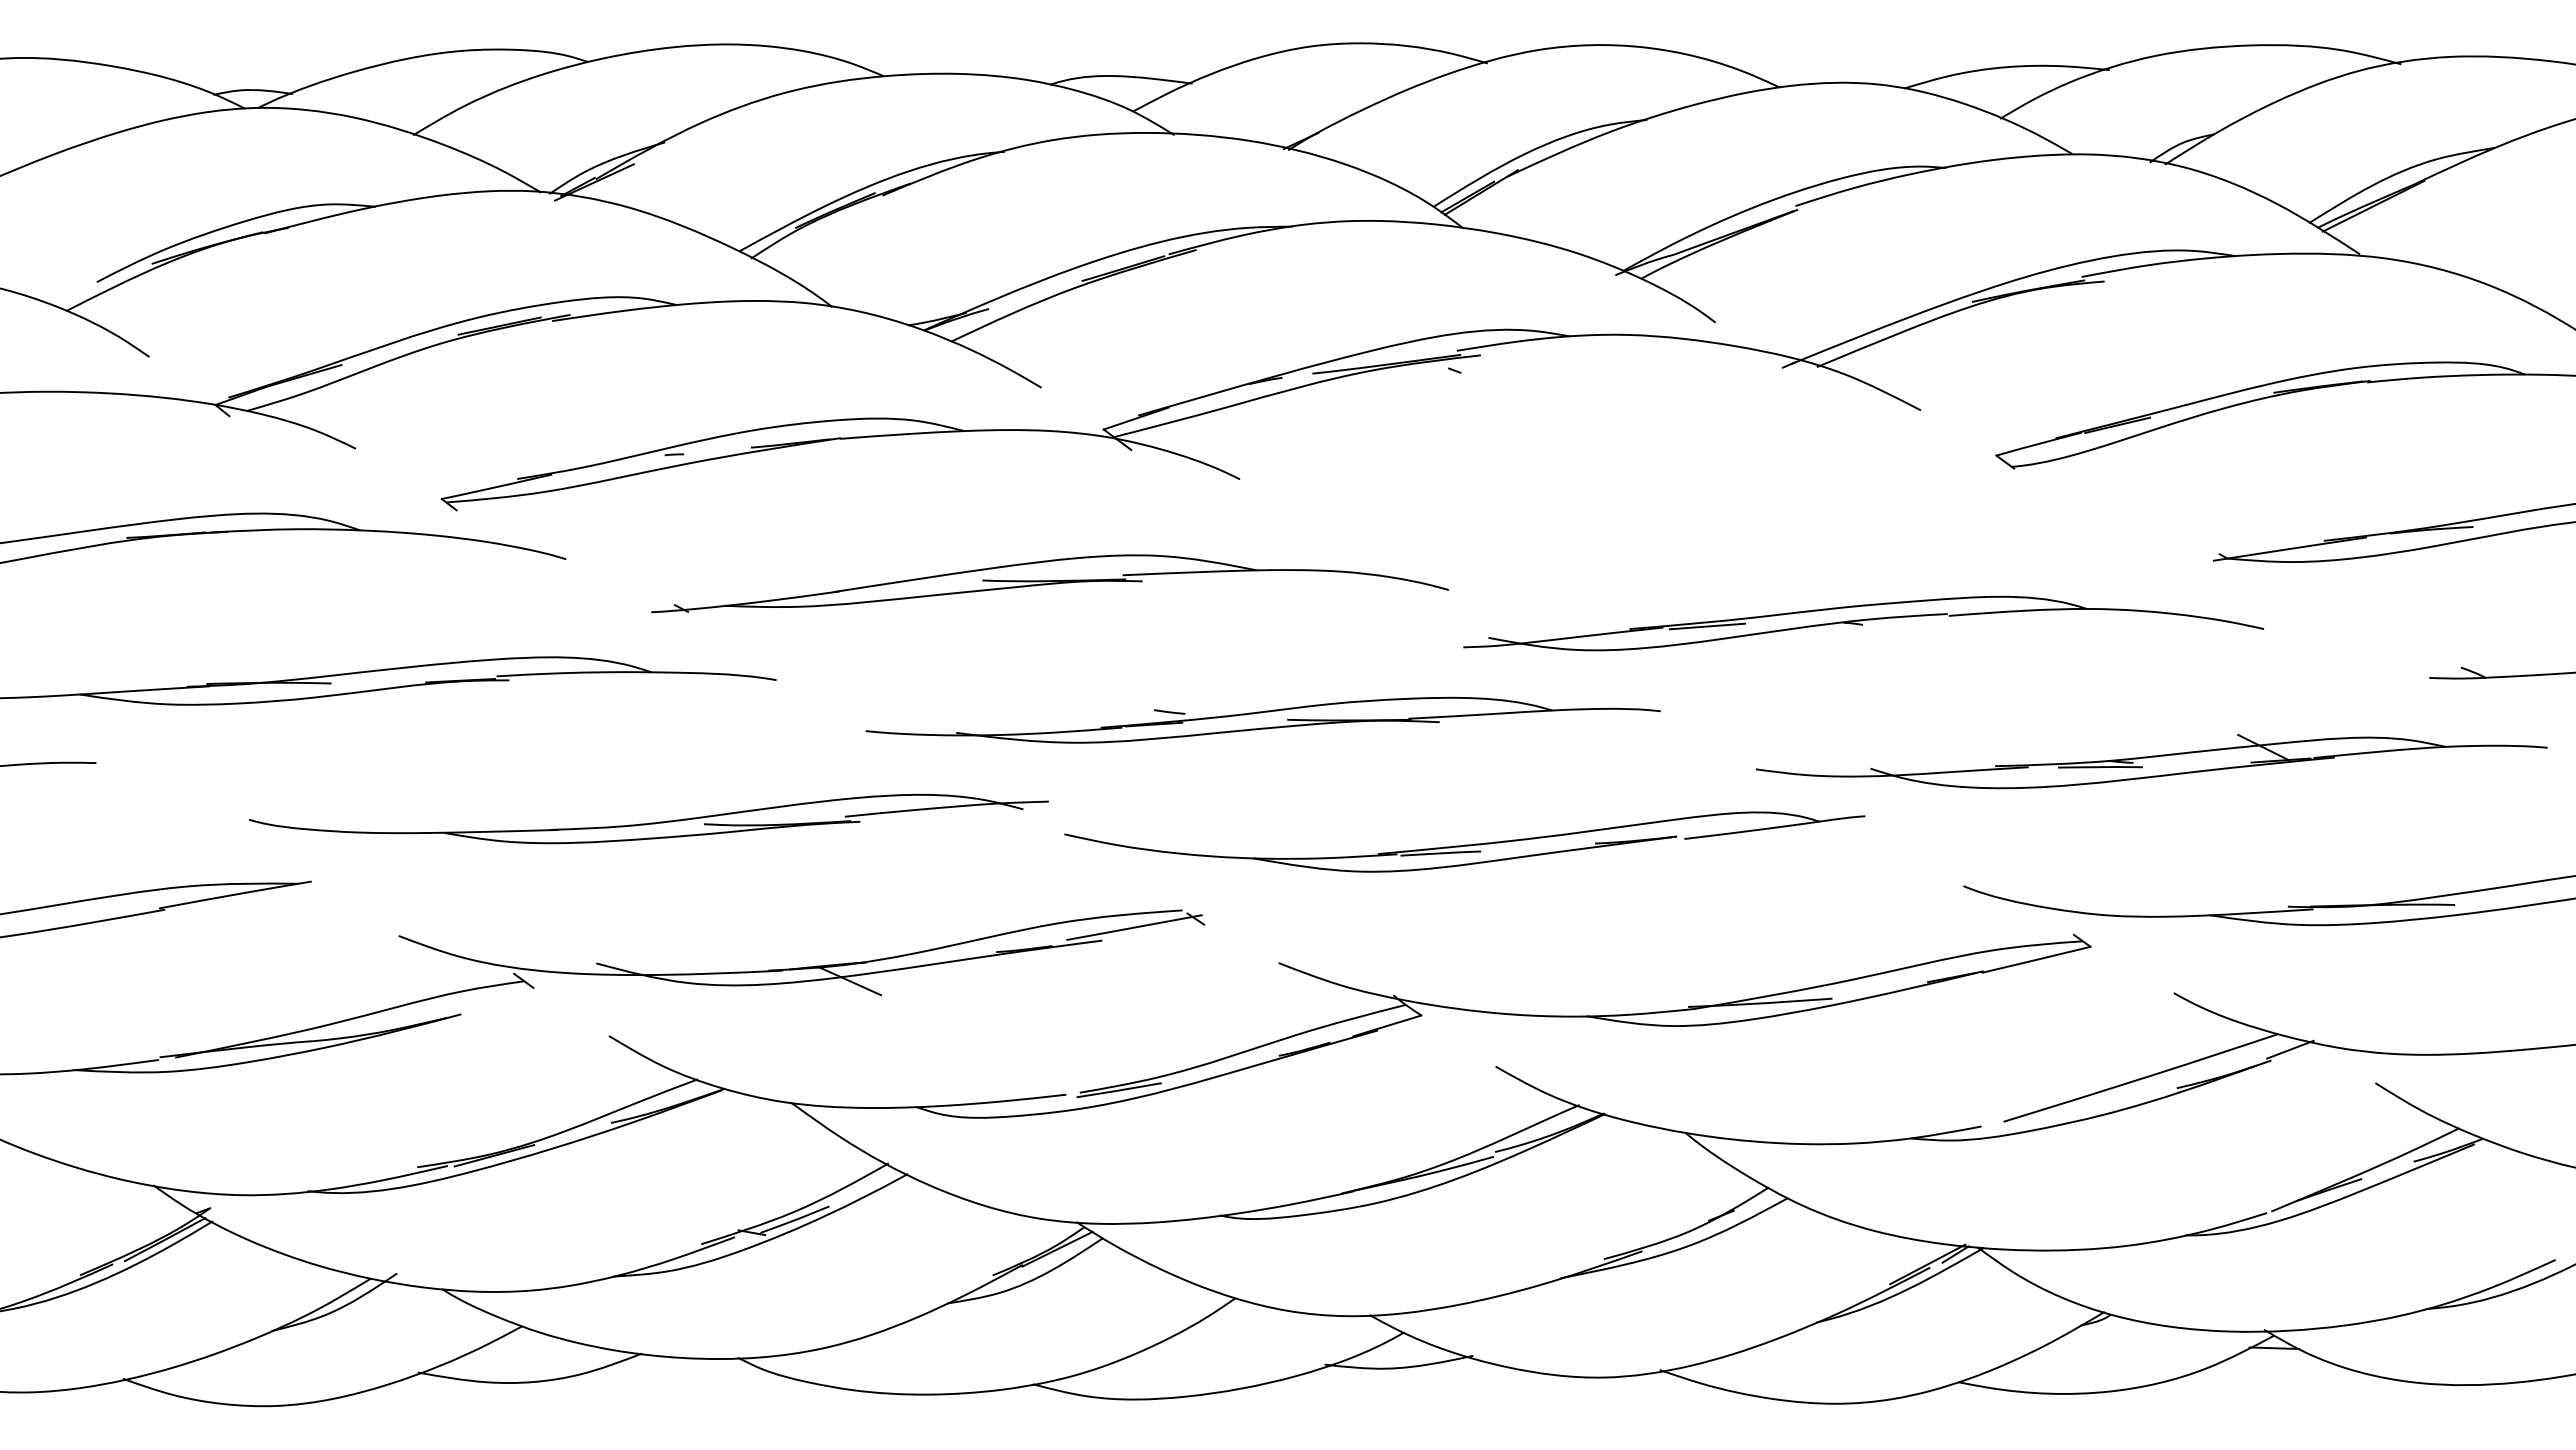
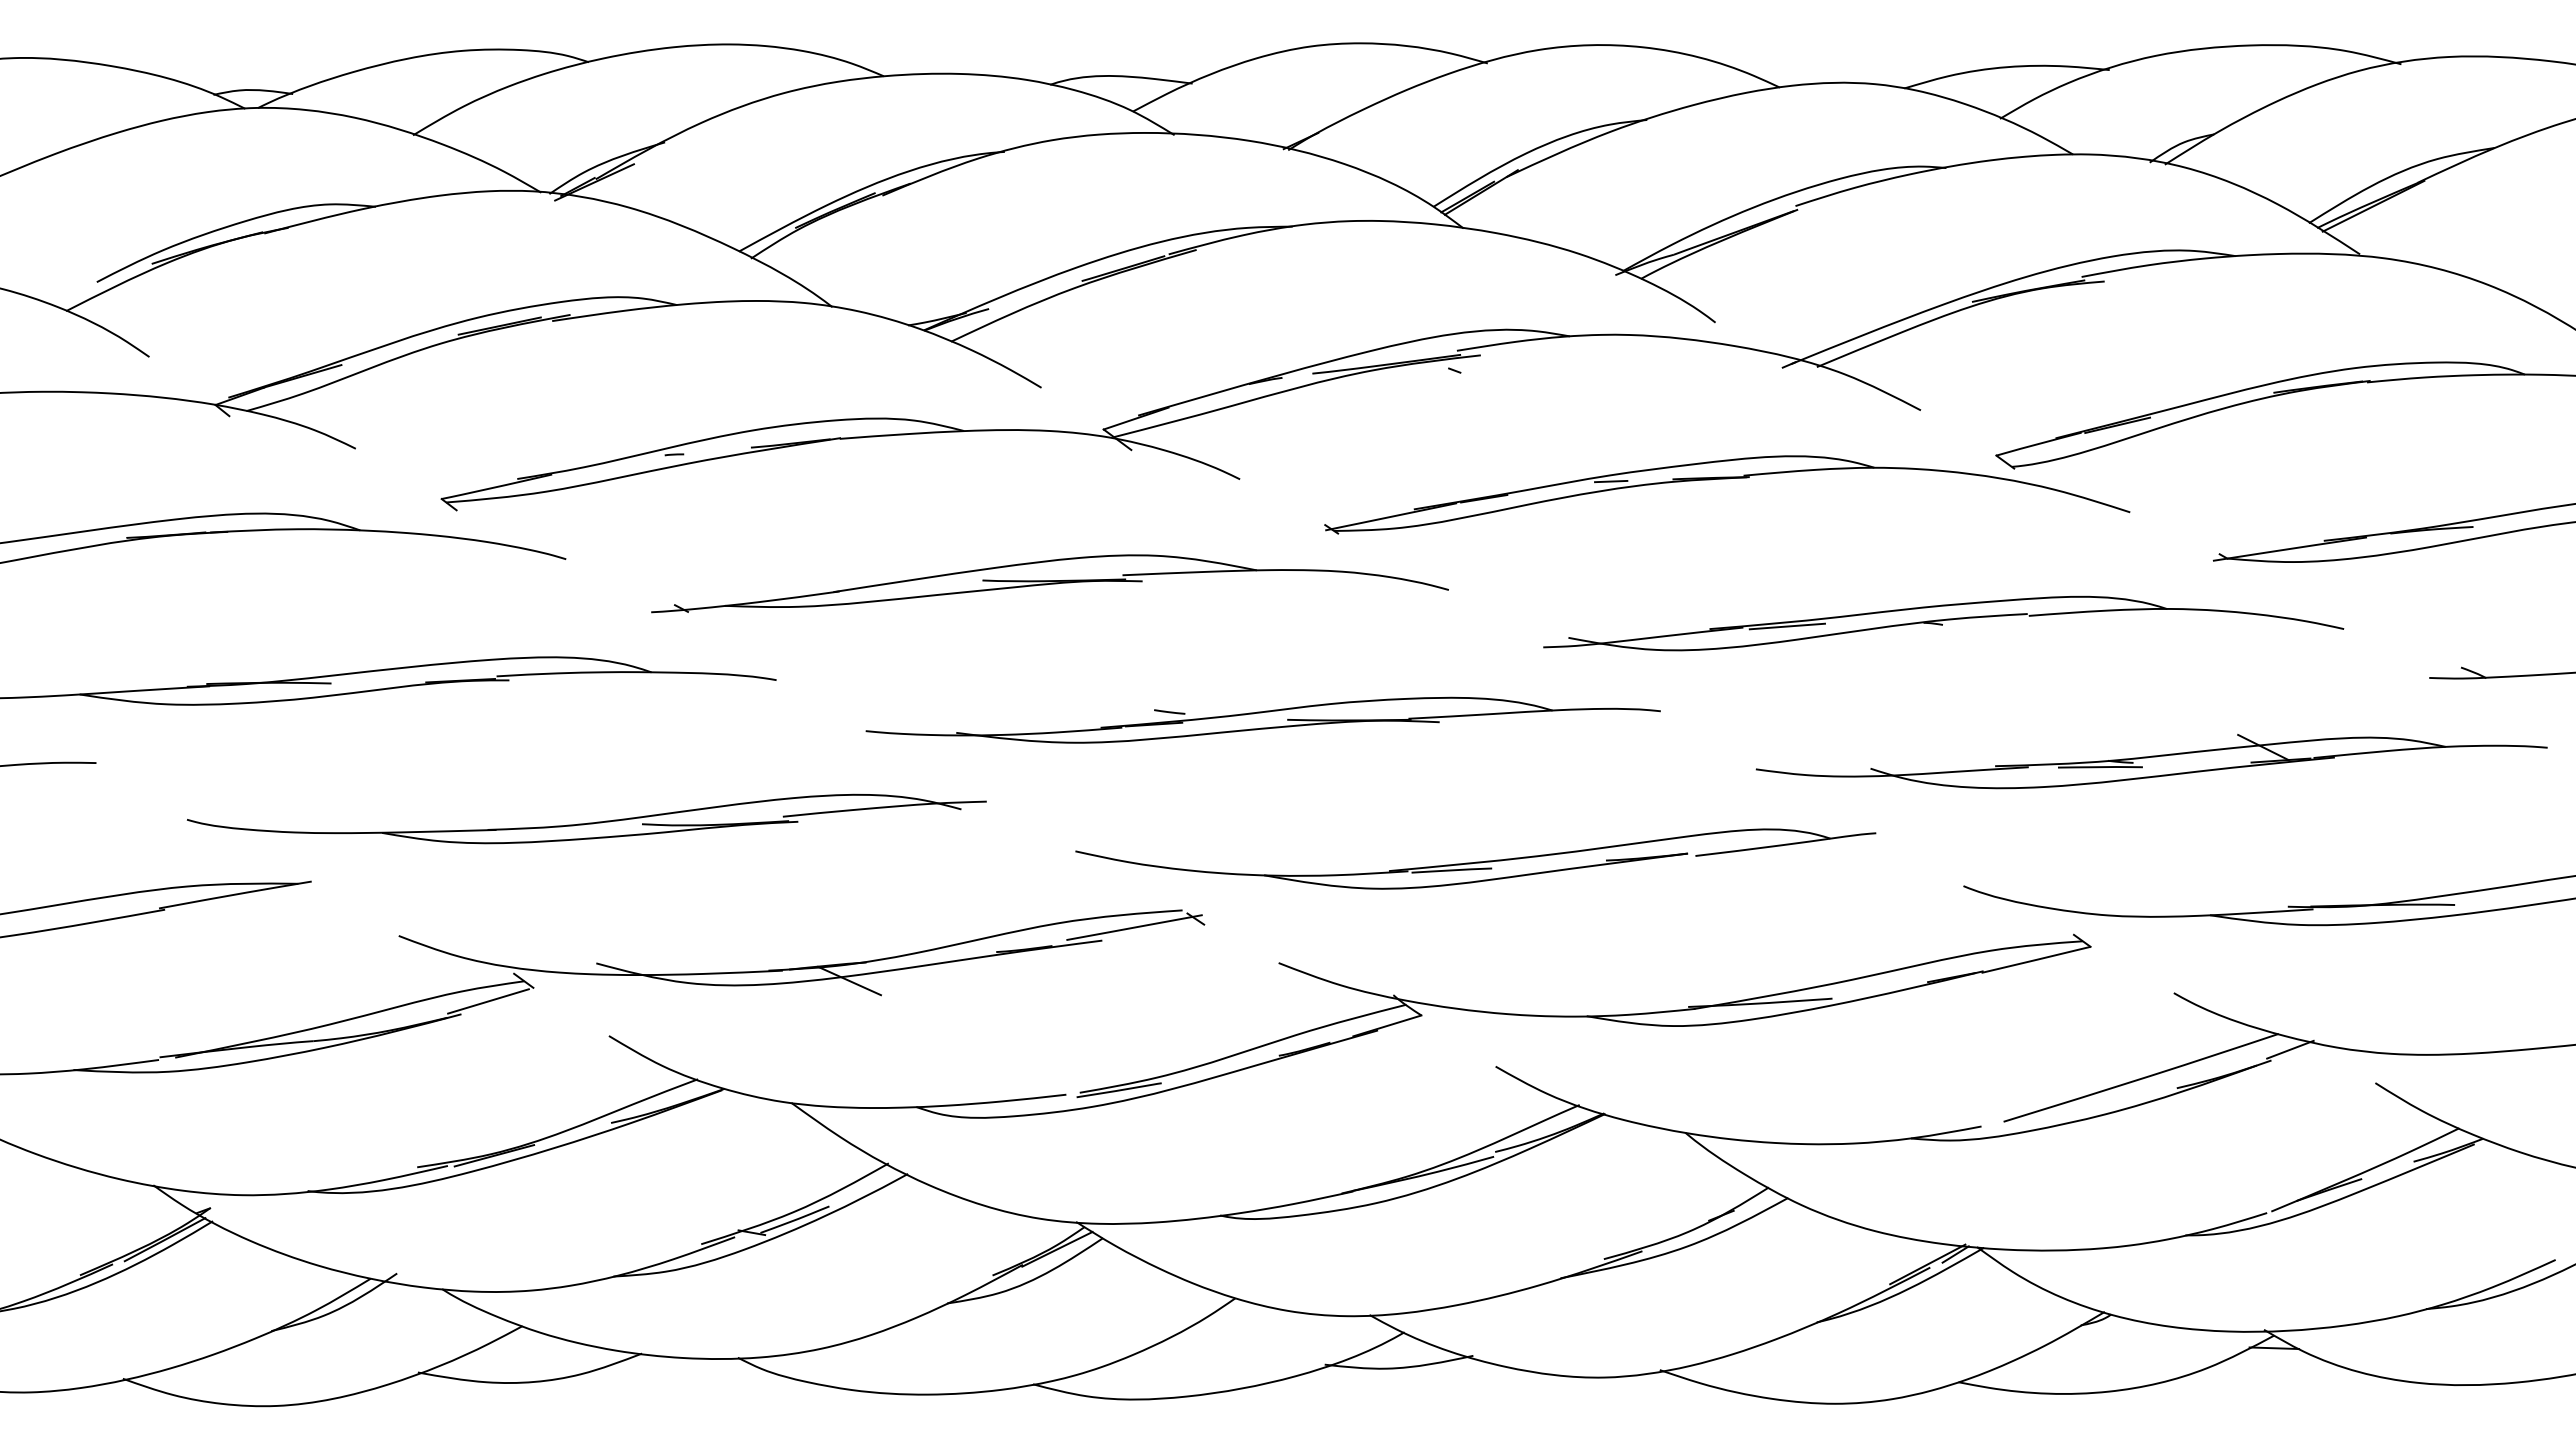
part at (1727, 479): none -> present
part at (1863, 623) position: (1863, 623) -> (1943, 623)
part at (648, 818) position: (648, 818) -> (586, 818)
part at (1464, 841) position: (1464, 841) -> (1475, 858)
line at (488, 1001): none -> present
